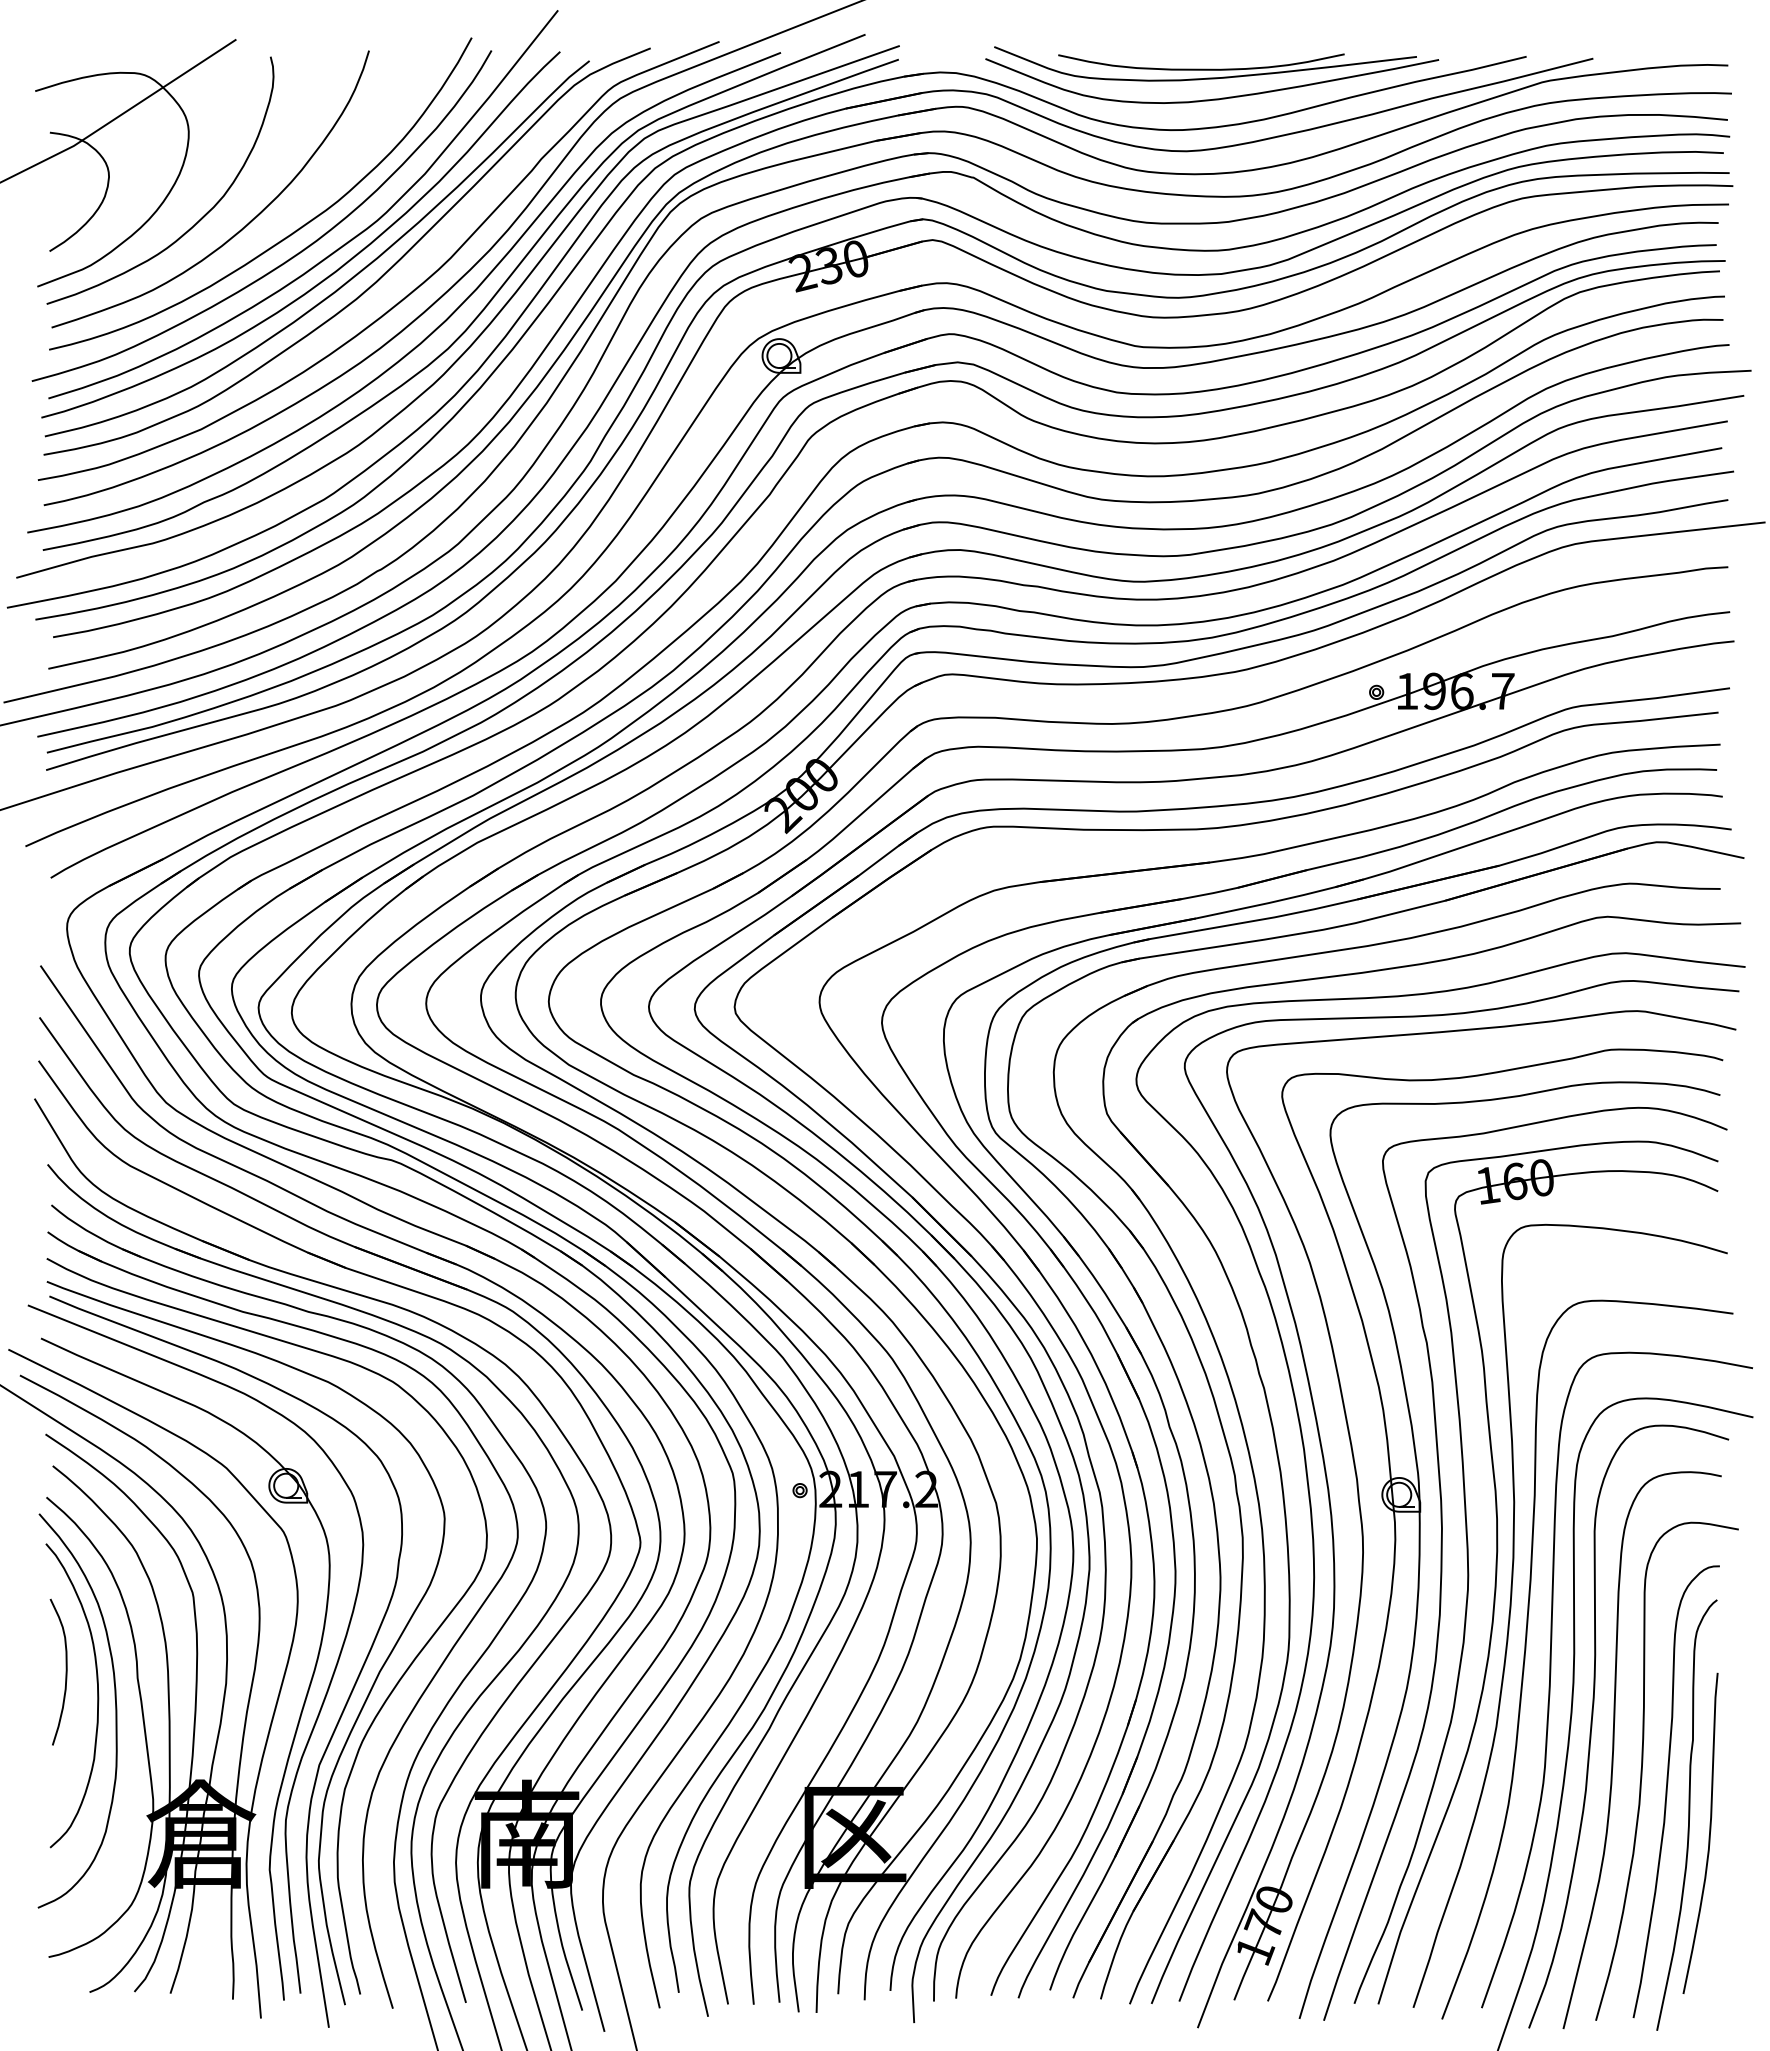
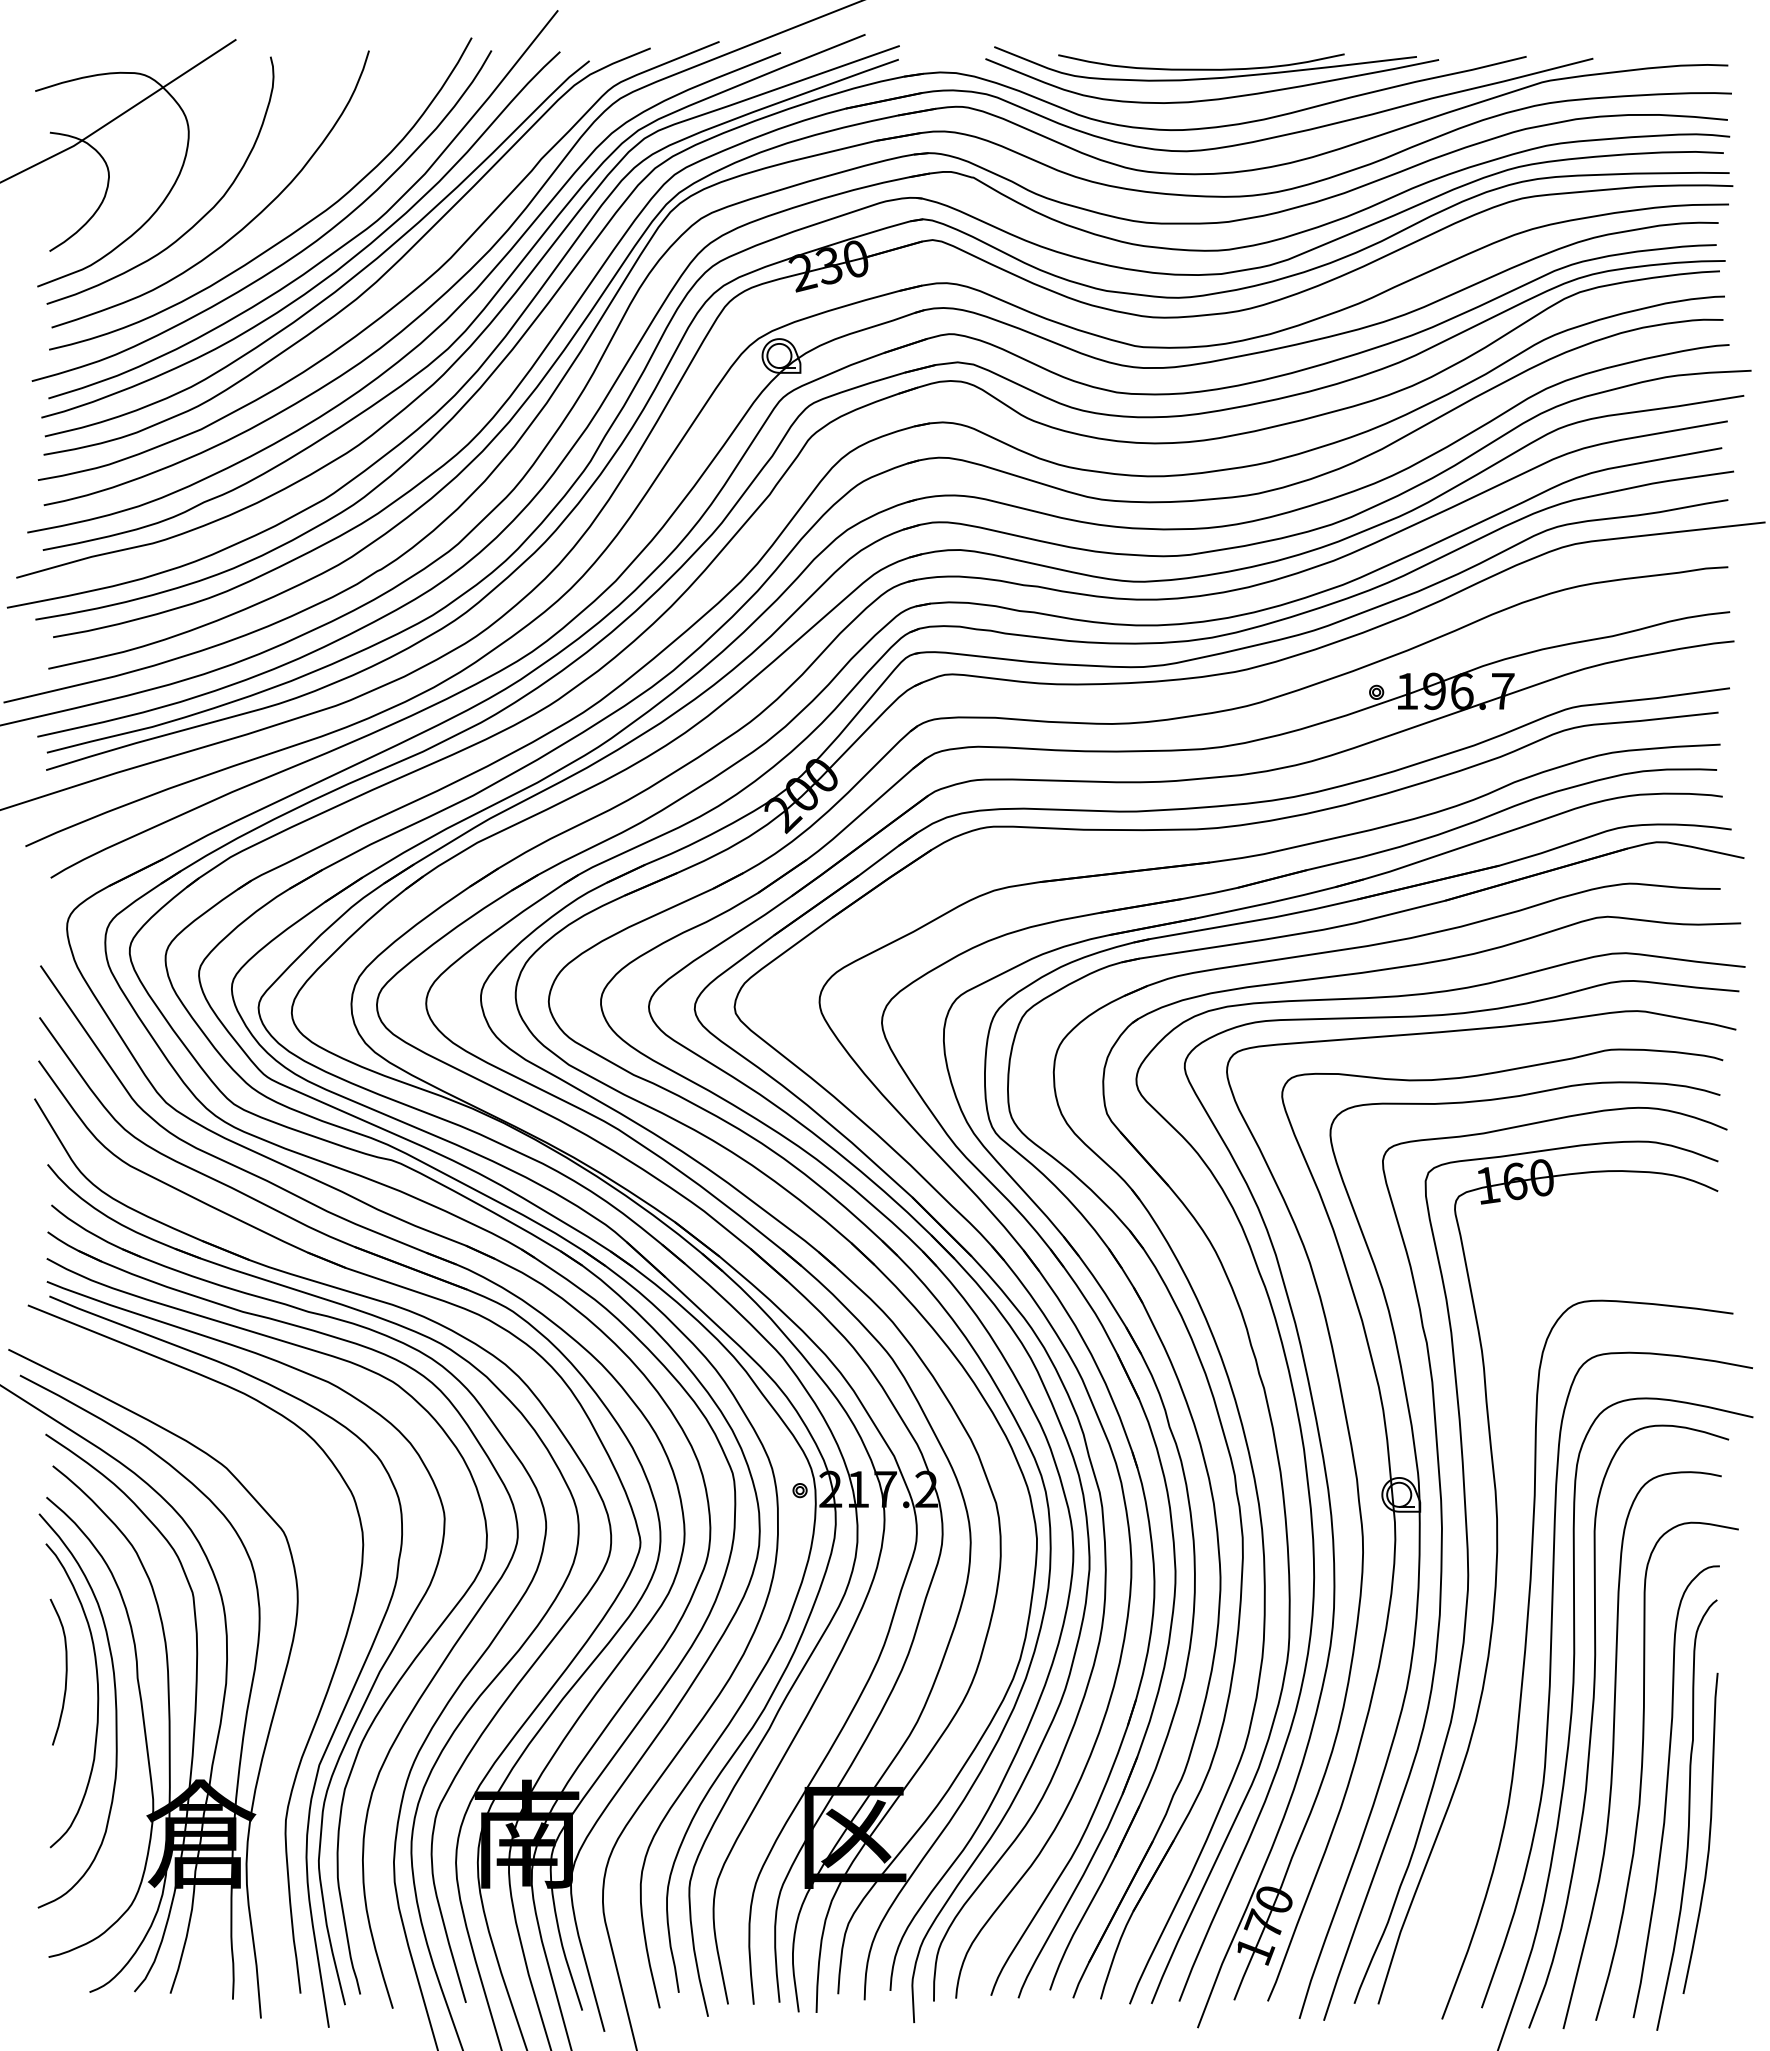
curve at (1511, 1609): present -> none
part at (302, 1705): present -> none
